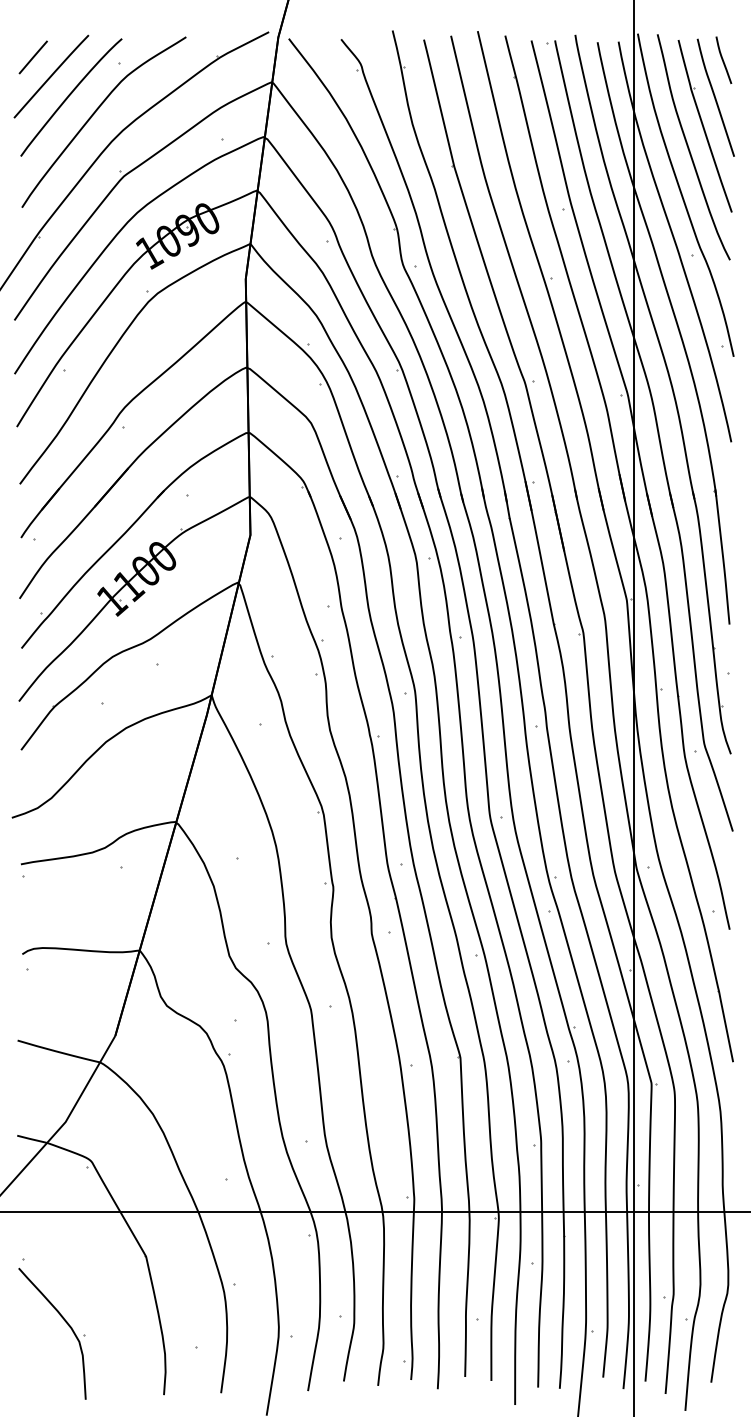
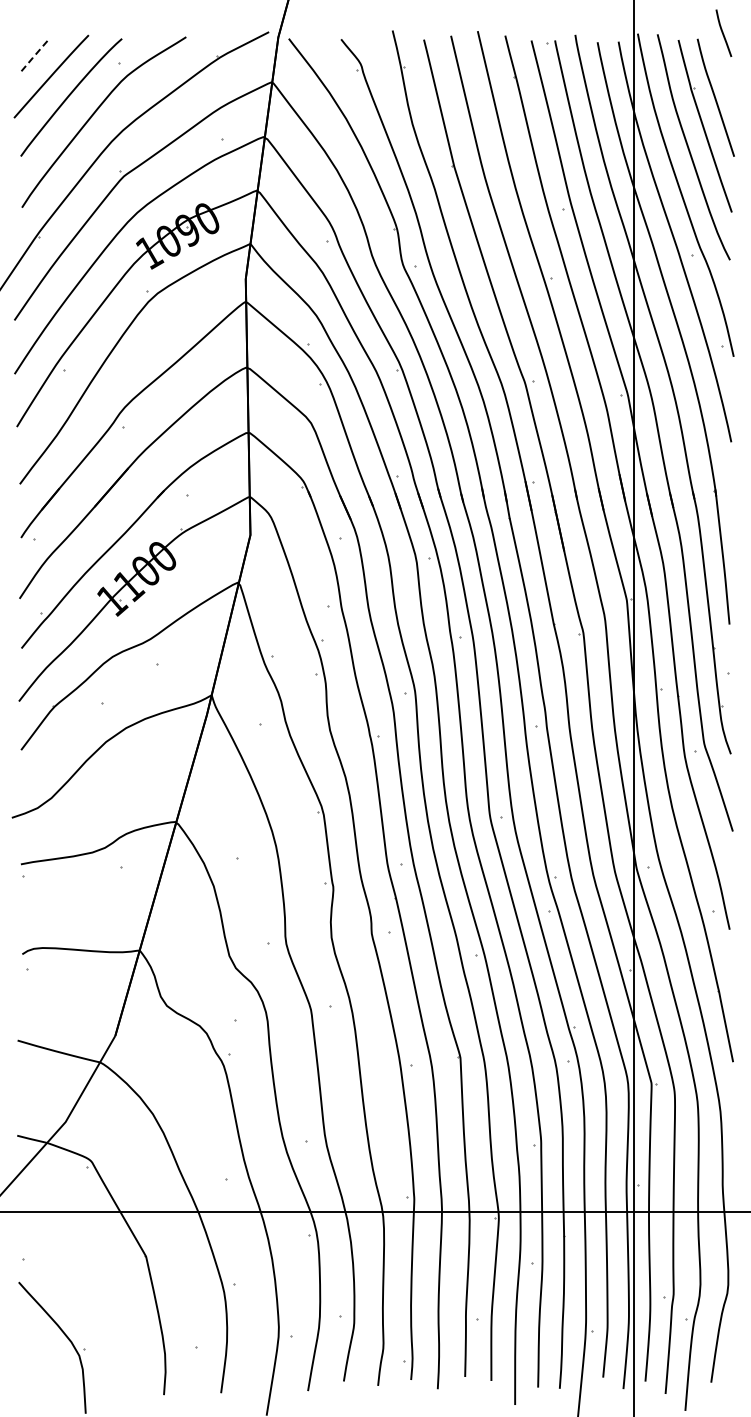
line at (33, 57): solid -> dashed
curve at (723, 59) position: (723, 59) -> (723, 32)
part at (64, 1321) position: (64, 1321) -> (64, 1335)
